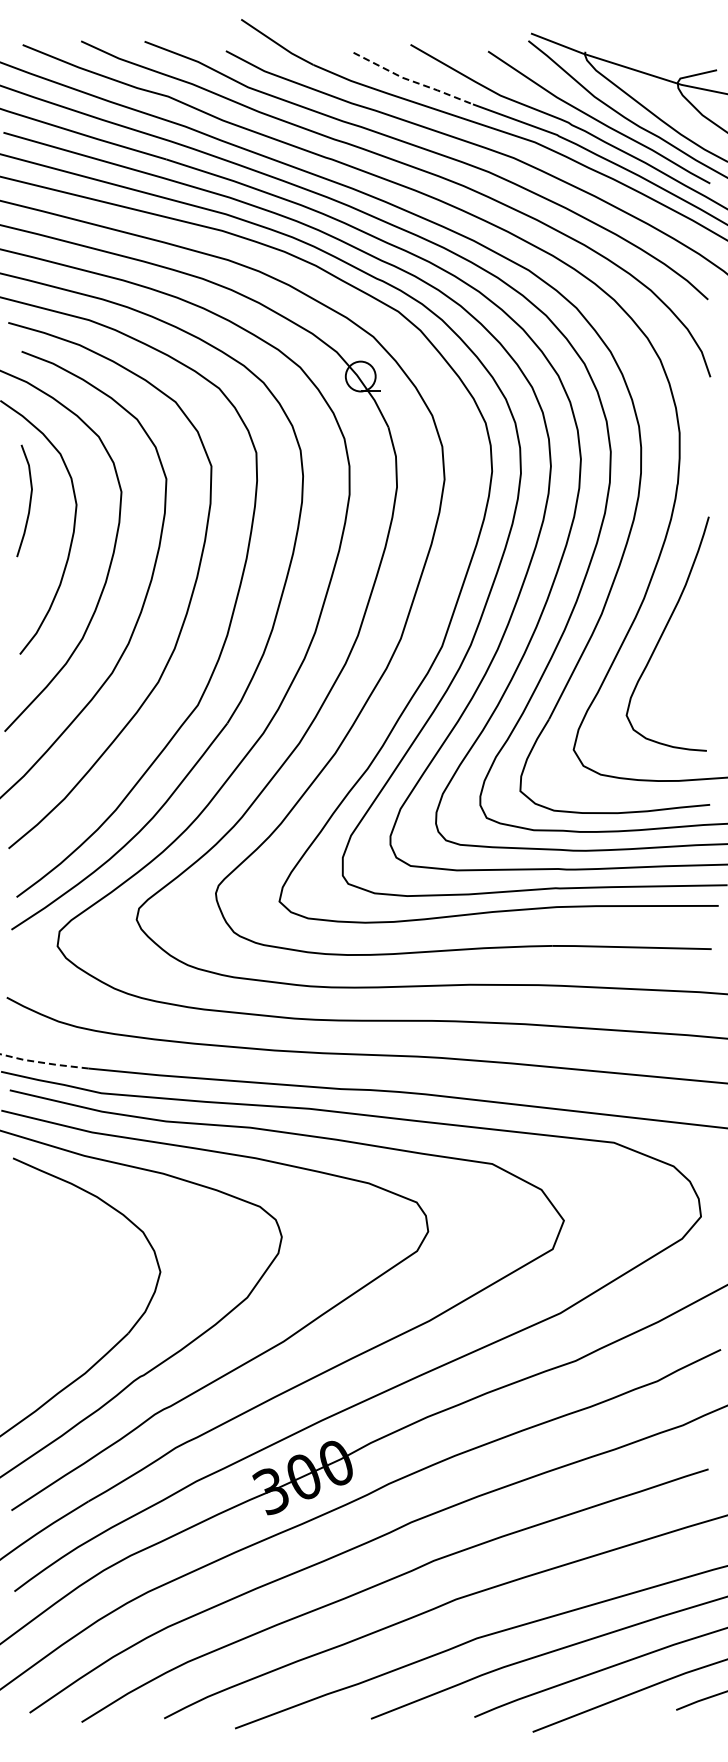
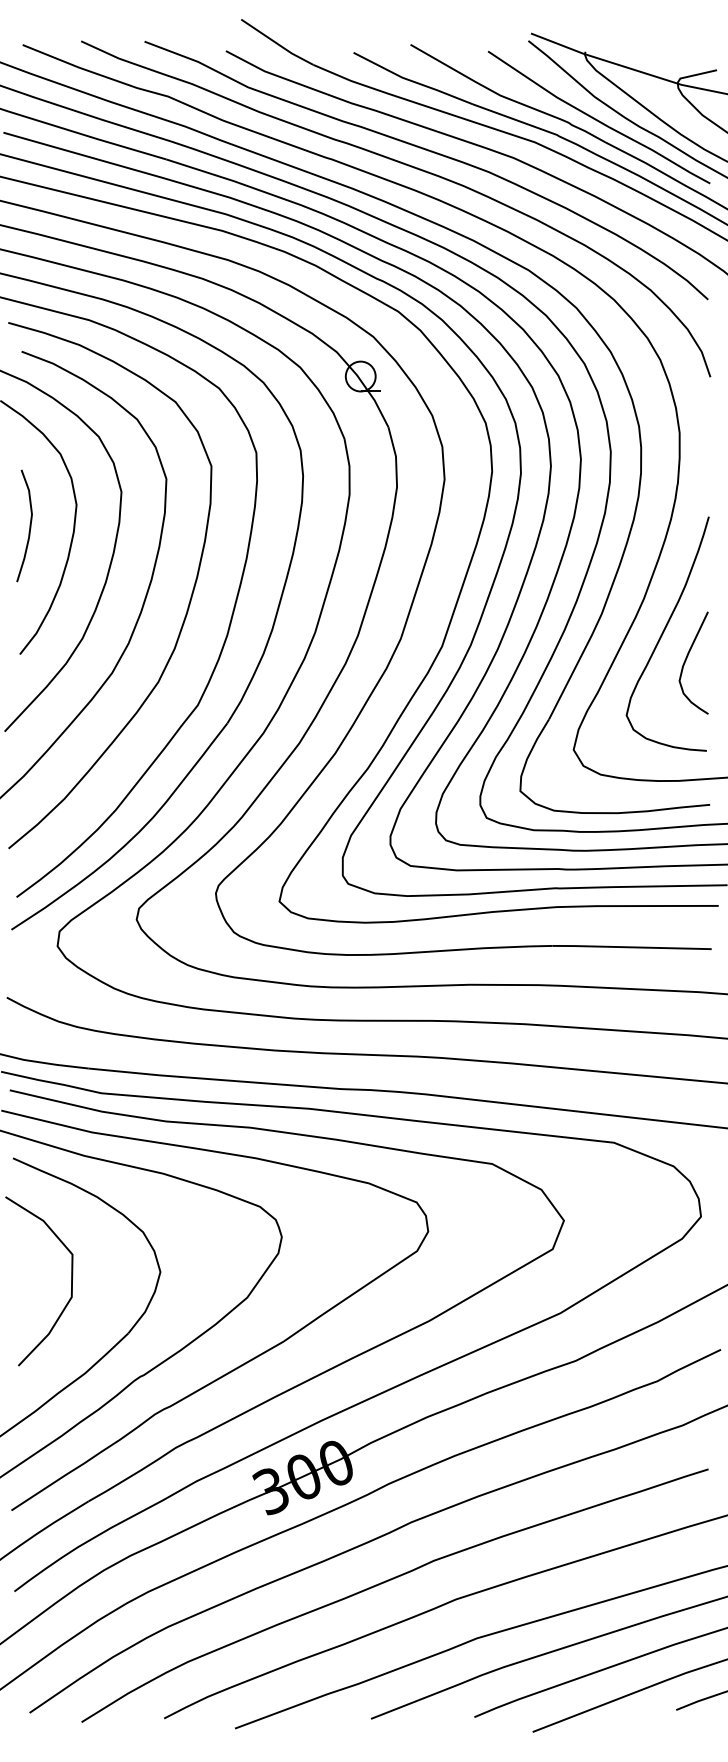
line at (412, 81): dashed -> solid
curve at (29, 500) position: (29, 500) -> (29, 525)
curve at (686, 661): none -> present
line at (43, 1062): dashed -> solid
curve at (71, 1281): none -> present
